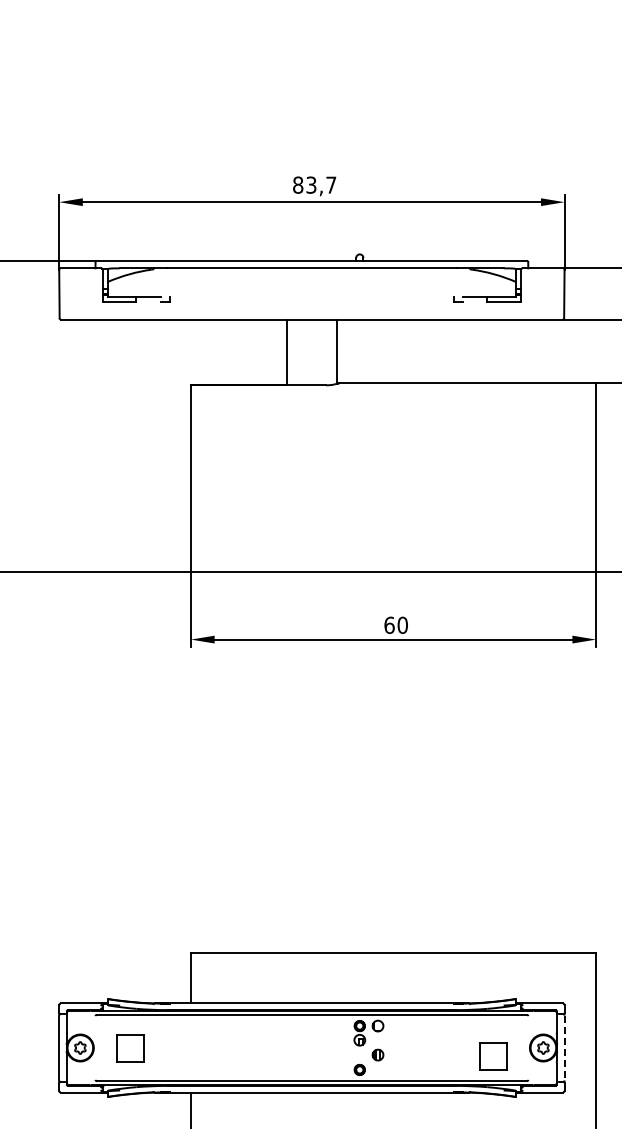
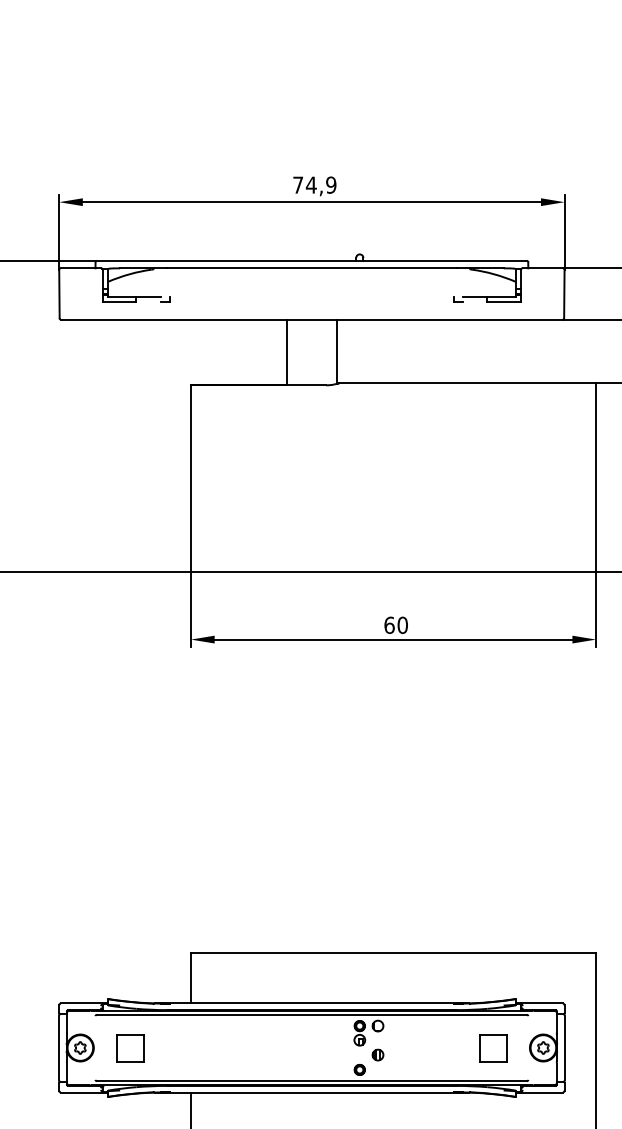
text at (314, 184): 83,7 -> 74,9
line at (564, 1048): dashed -> solid
part at (493, 1056) position: (493, 1056) -> (493, 1048)
